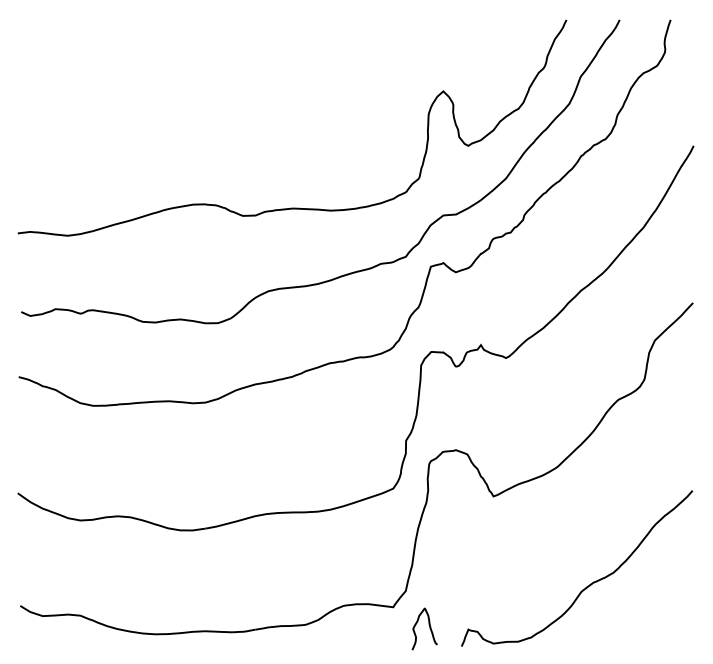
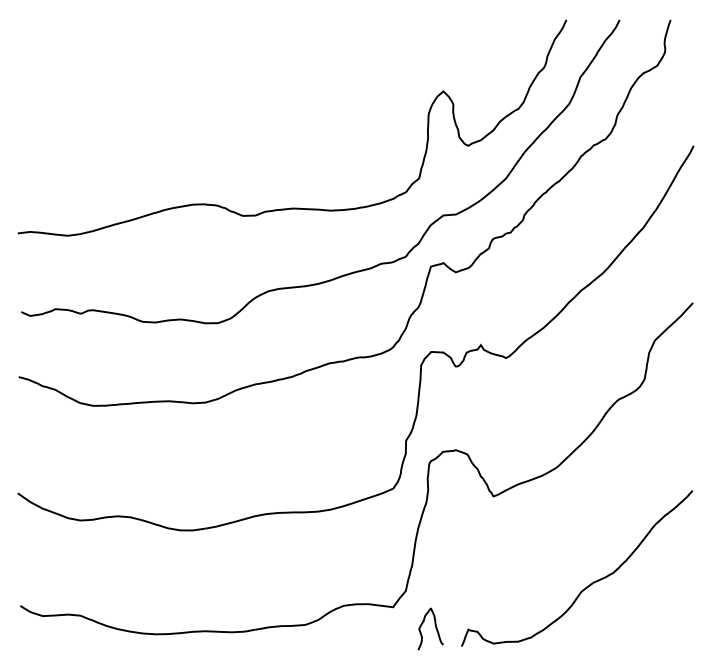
curve at (429, 628) position: (429, 628) -> (435, 628)
